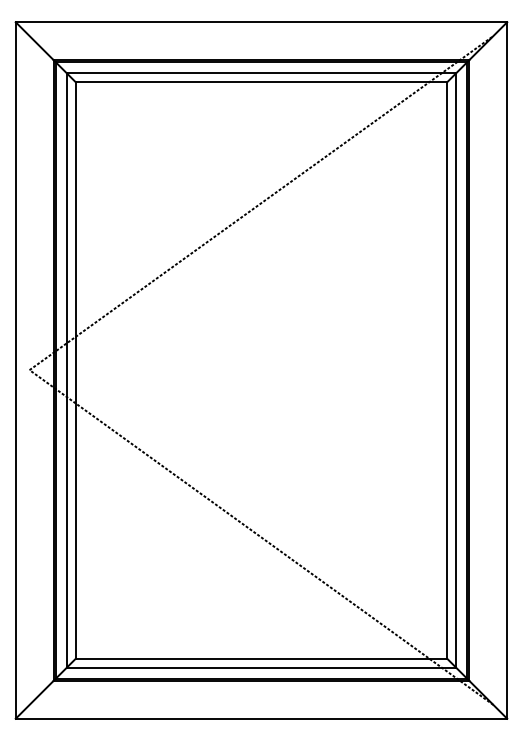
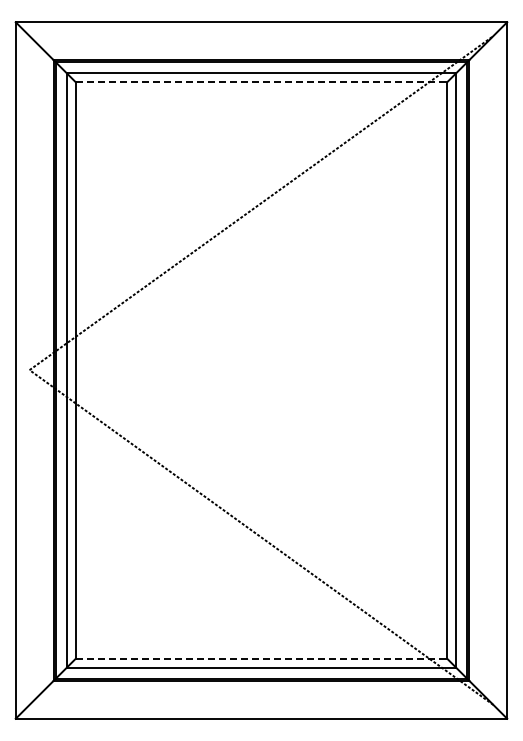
line at (261, 82): solid -> dashed
line at (261, 658): solid -> dashed
